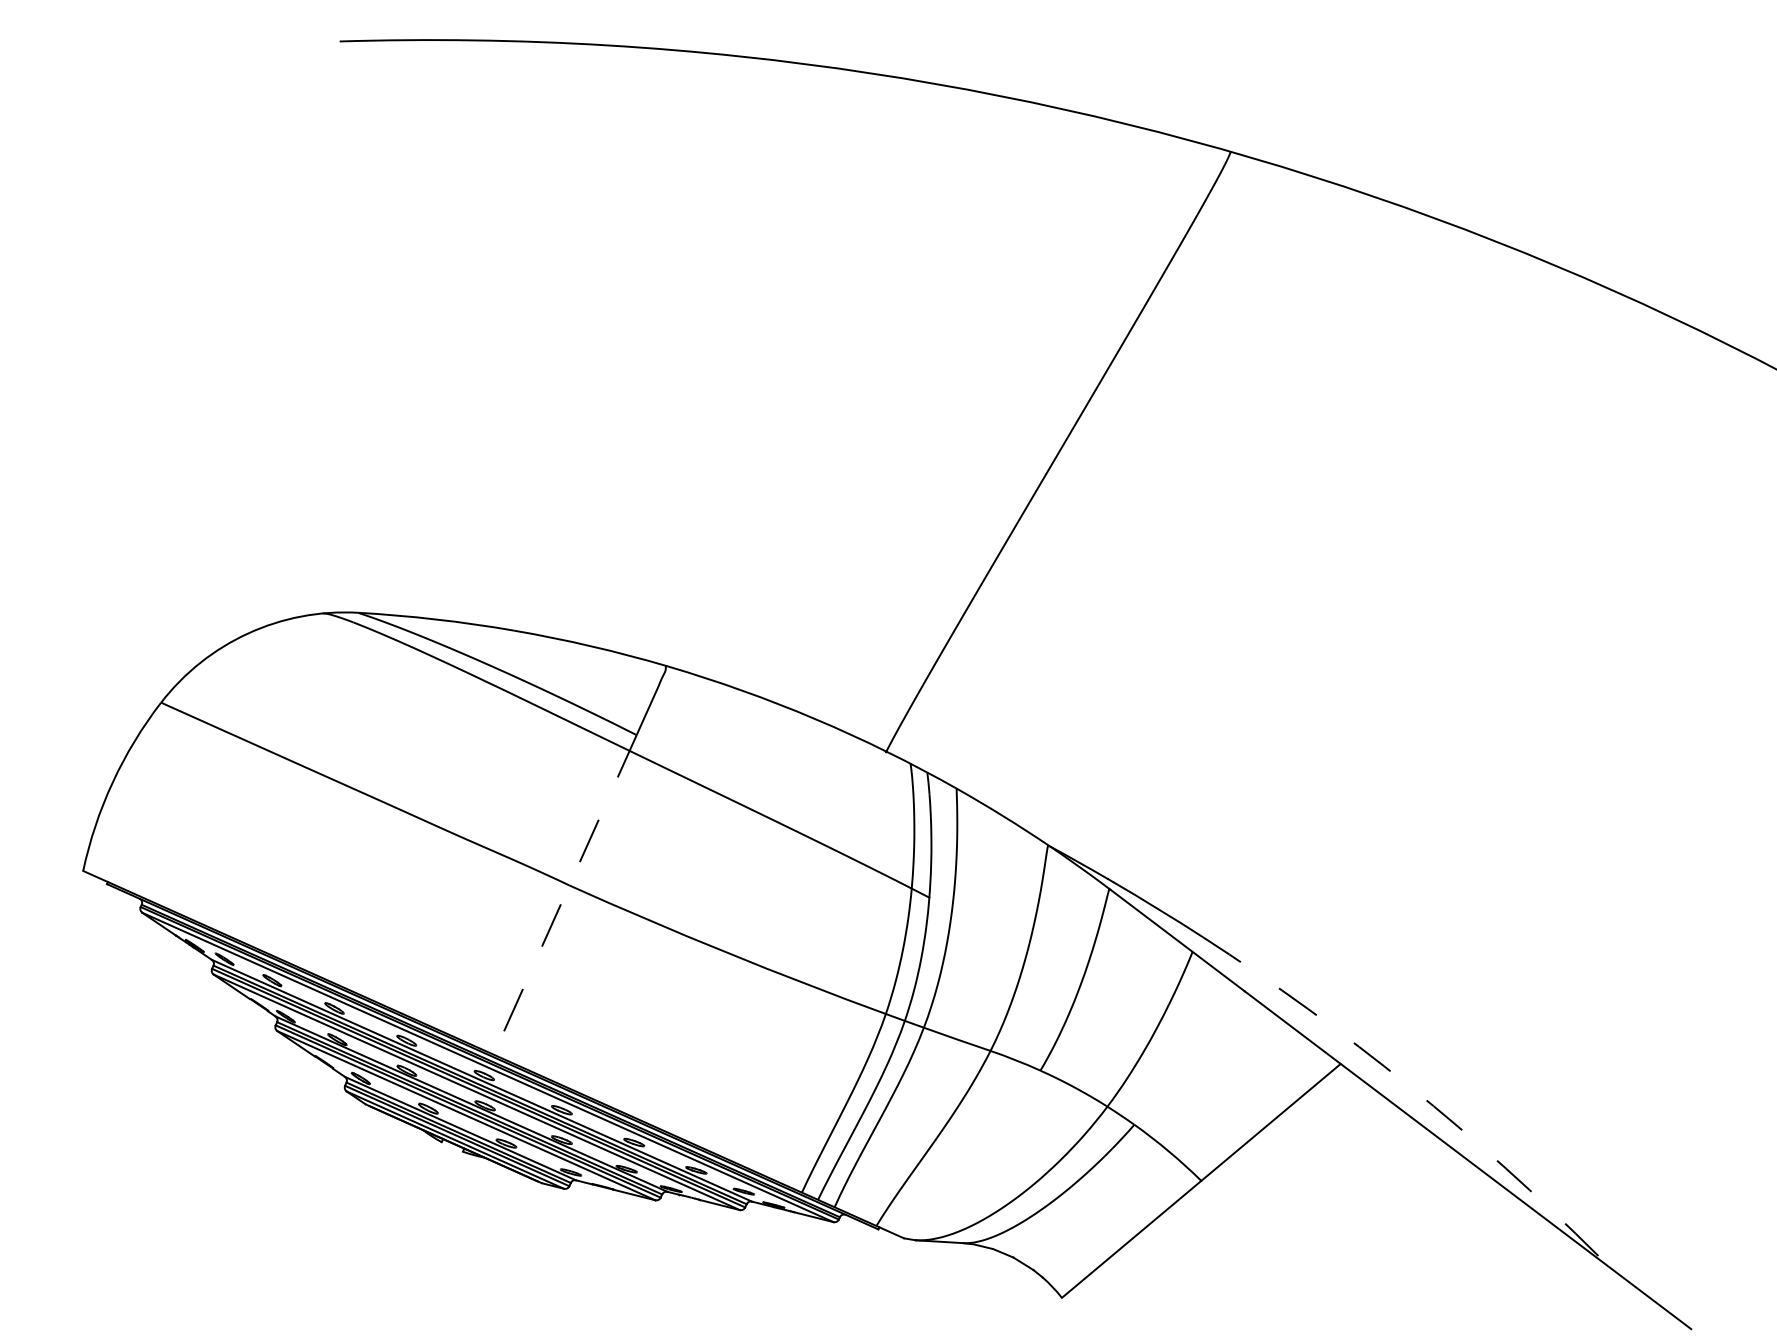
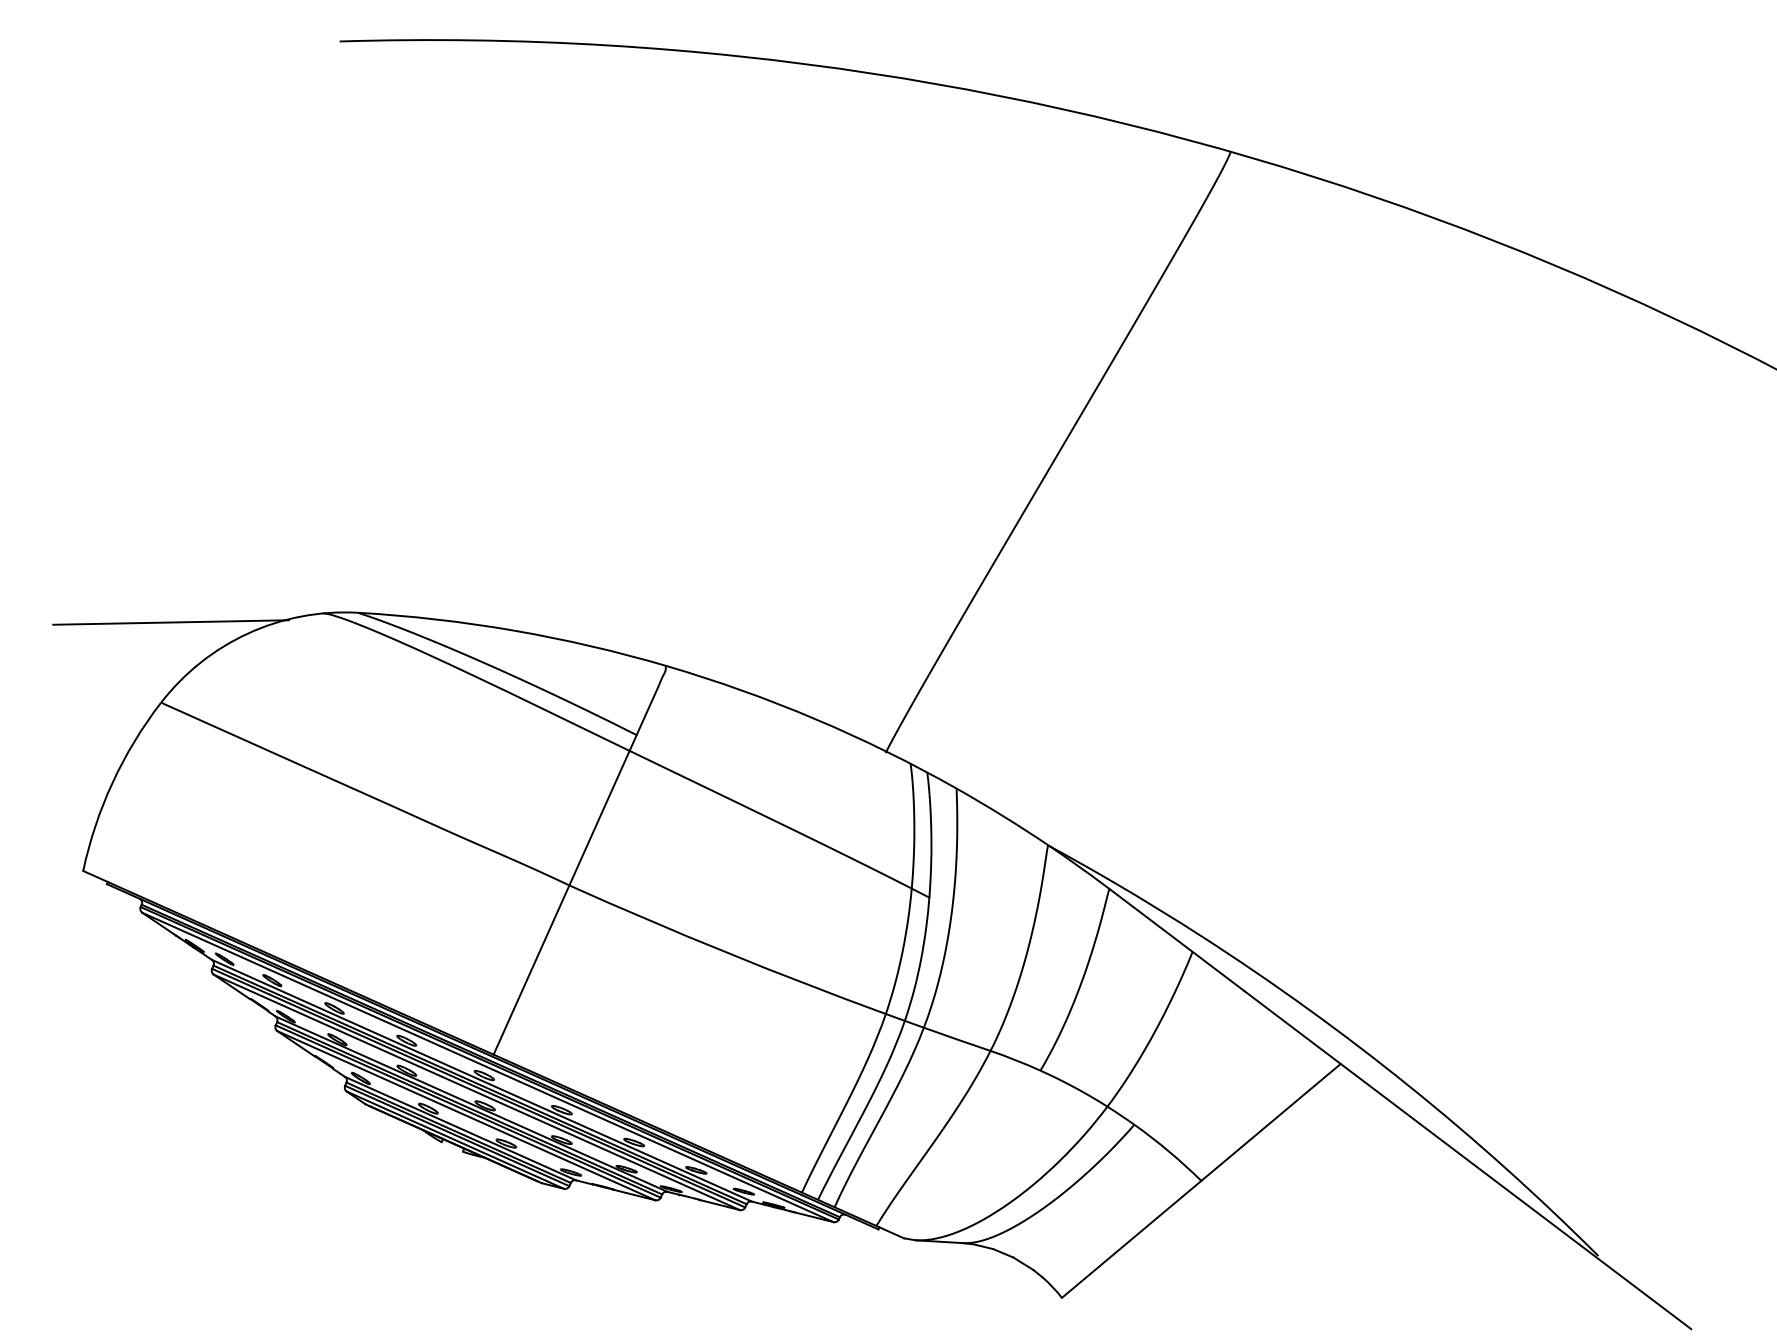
line at (170, 622): none -> present
line at (564, 895): dashed -> solid
arc at (1409, 1086): dashed -> solid
